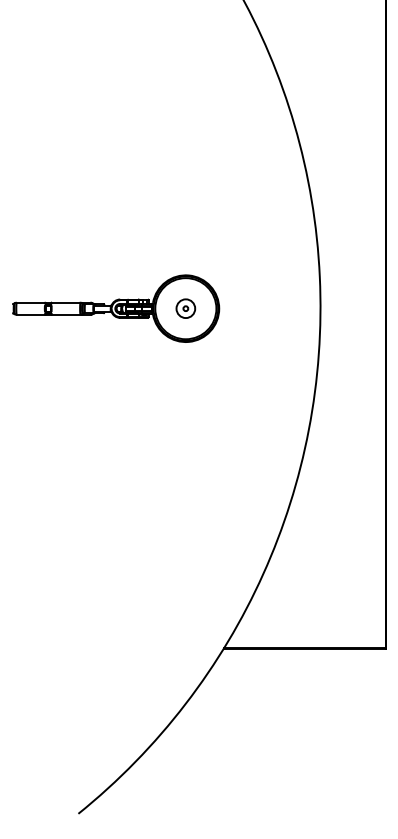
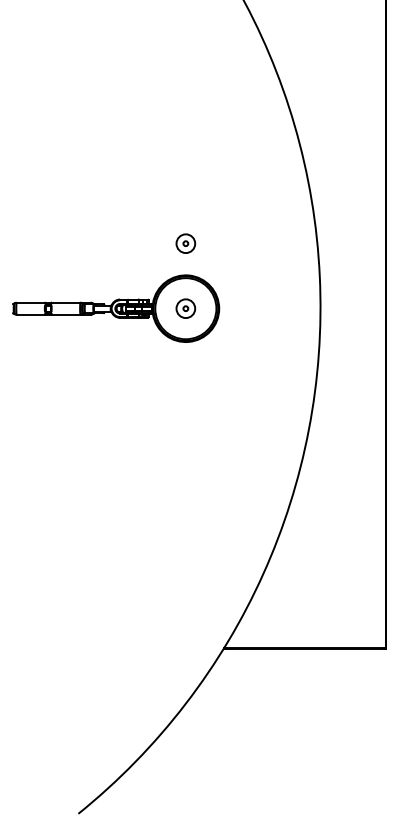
part at (185, 243): none -> present
